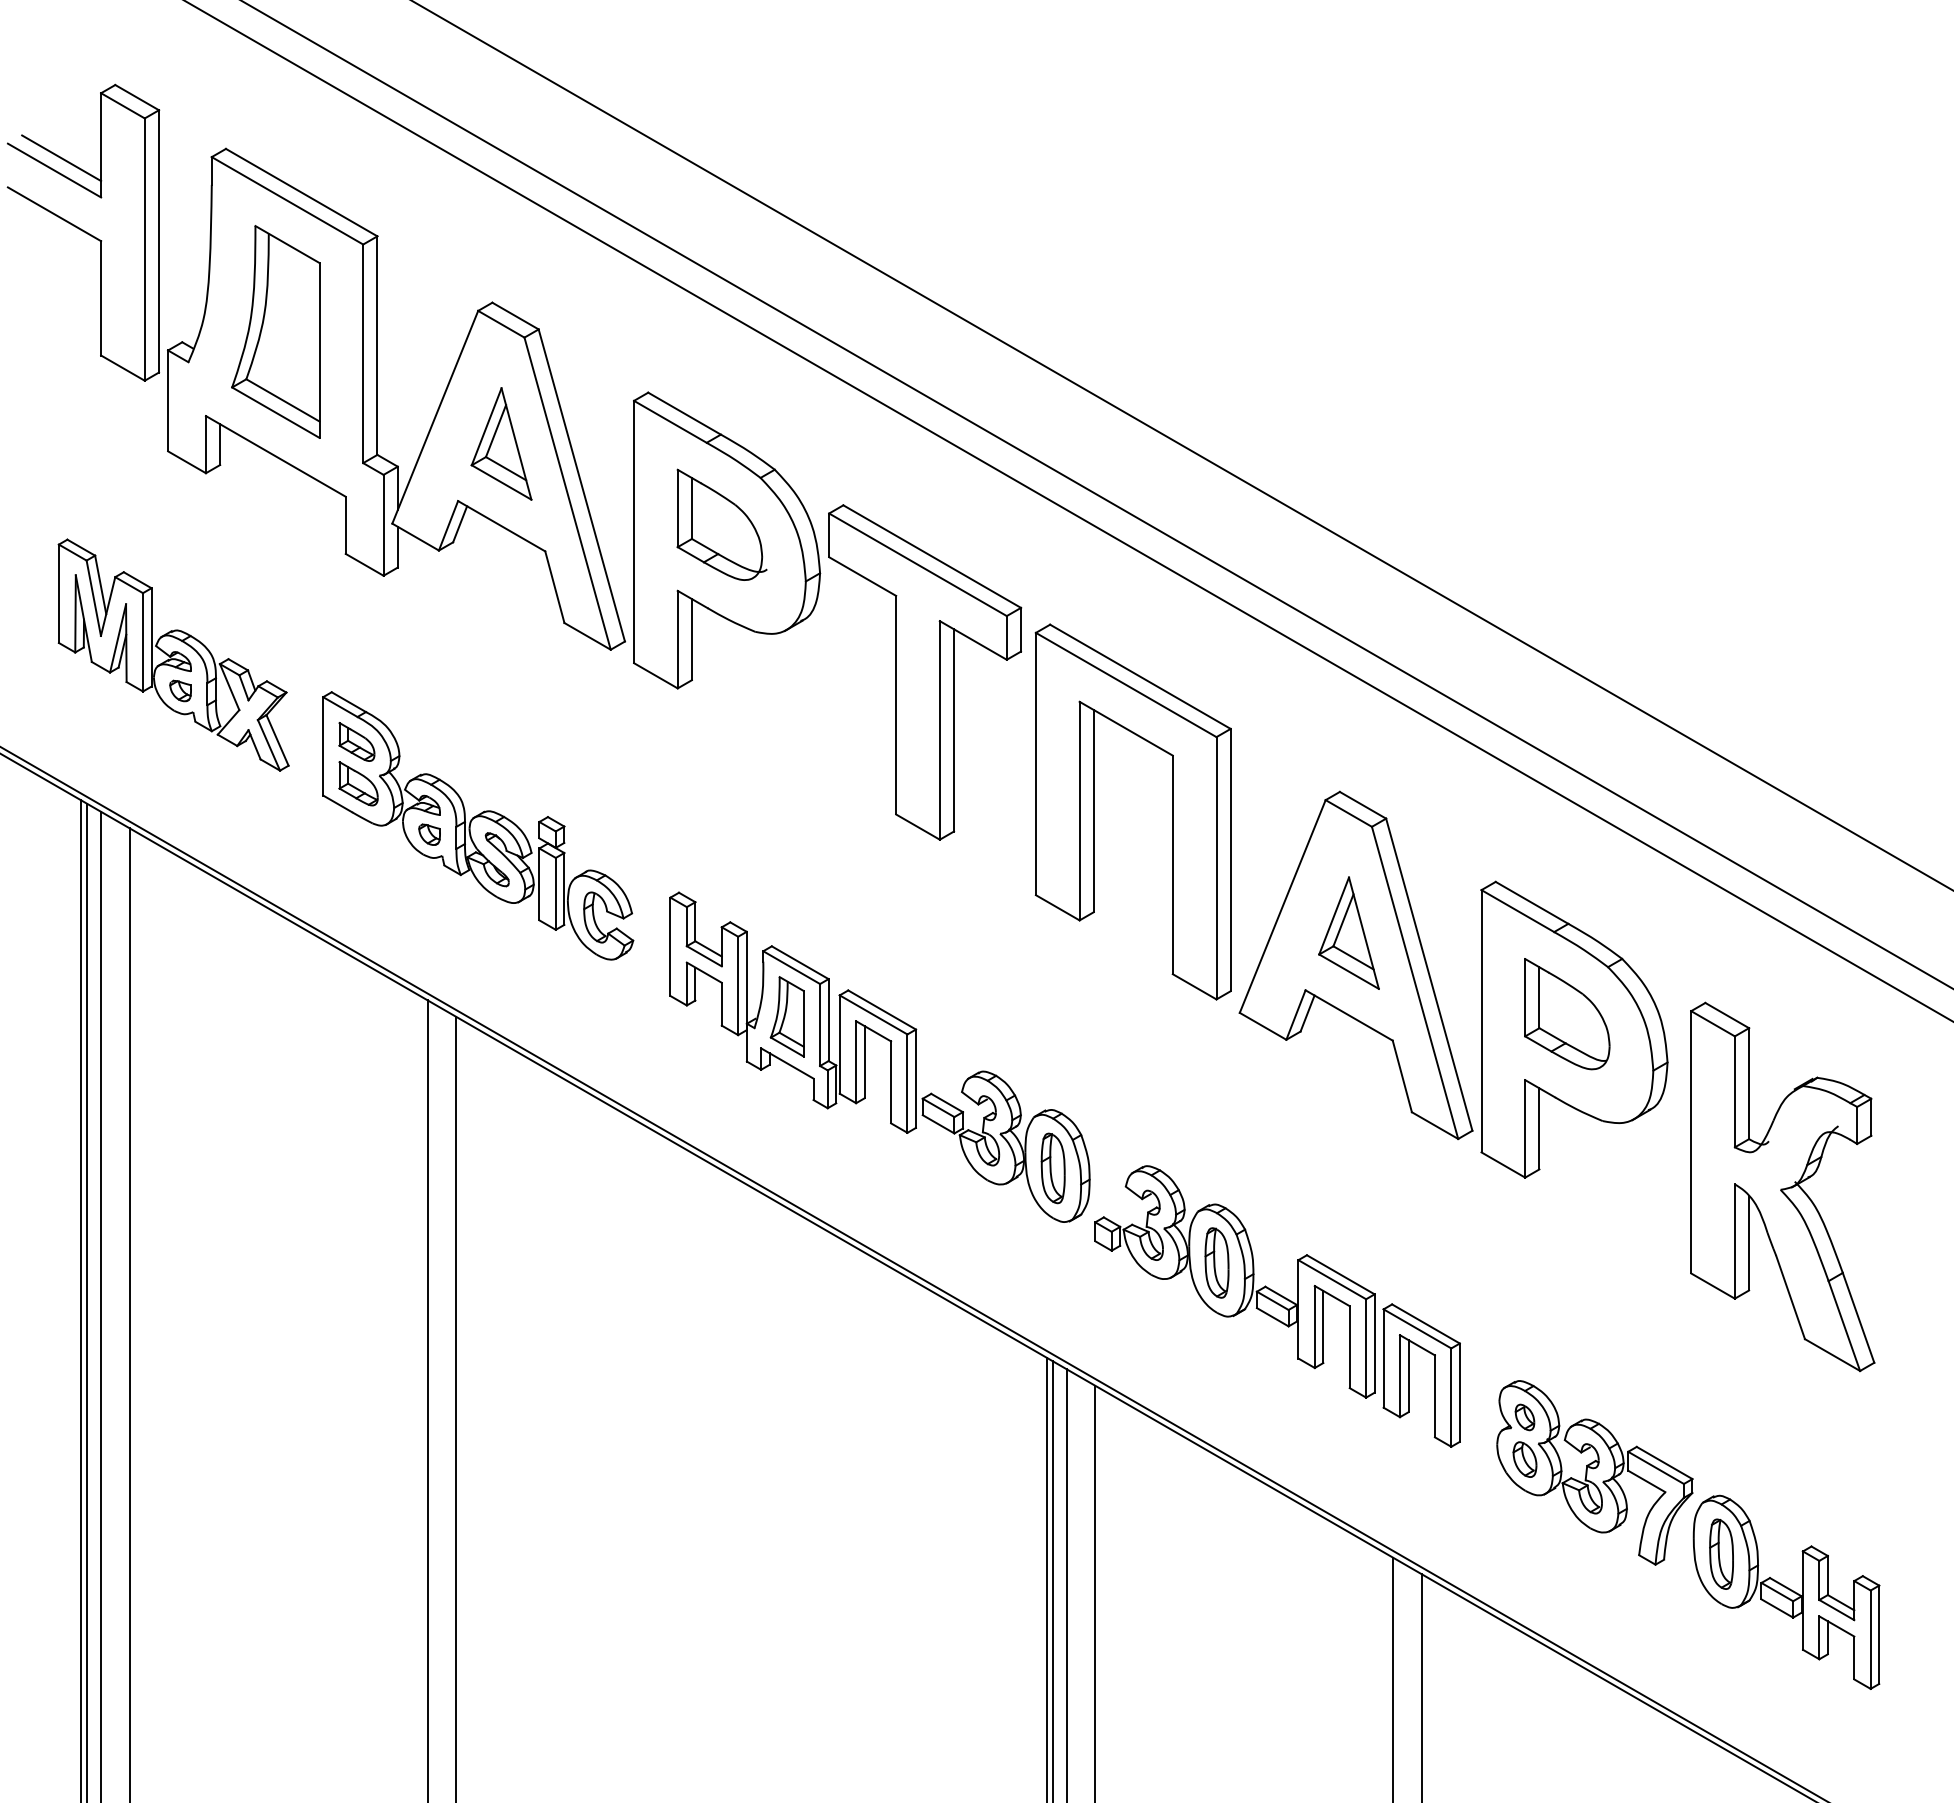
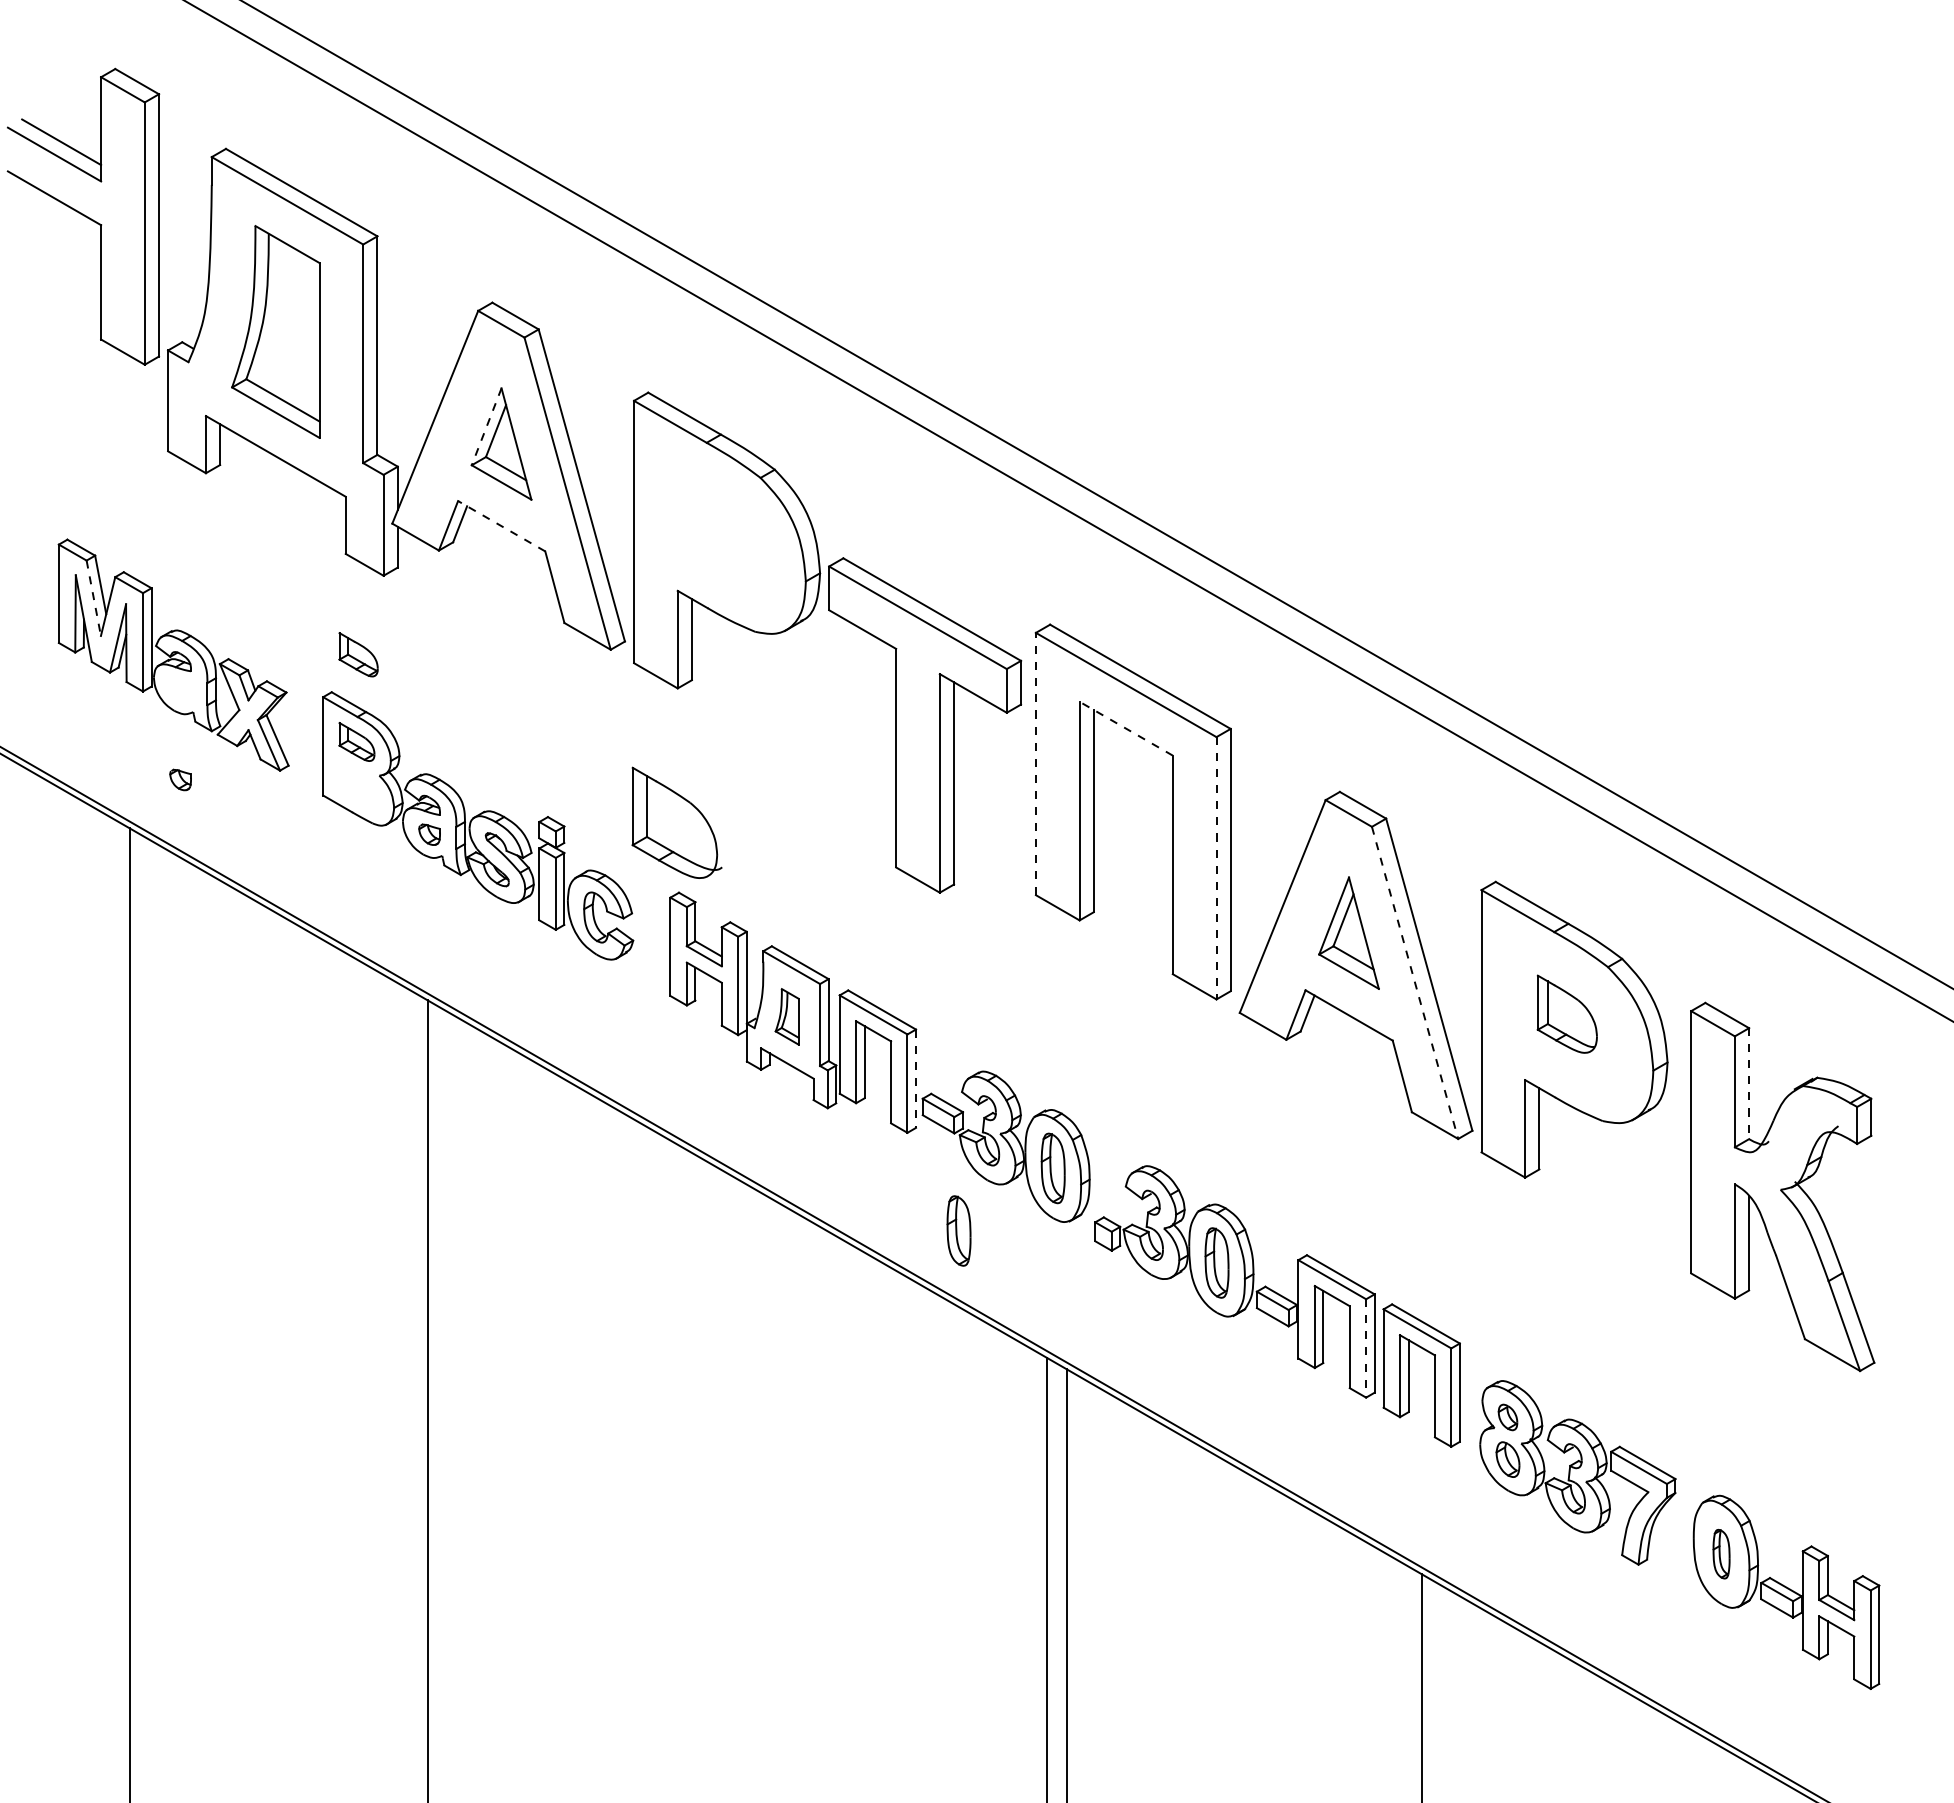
part at (83, 232) position: (83, 232) -> (83, 216)
line at (486, 427): solid -> dashed
line at (1182, 445): present -> none
part at (721, 524) position: (721, 524) -> (676, 822)
line at (501, 525): solid -> dashed
line at (93, 598): solid -> dashed
part at (925, 672) position: (925, 672) -> (925, 725)
part at (180, 690) position: (180, 690) -> (180, 779)
line at (1126, 728): solid -> dashed
line at (1035, 763): solid -> dashed
part at (358, 783) position: (358, 783) -> (358, 654)
line at (1216, 868): solid -> dashed
line at (1415, 982): solid -> dashed
part at (1567, 1014) size: 87x113 px -> 62x80 px
part at (786, 1016) size: 36x82 px -> 26x58 px
line at (915, 1079): solid -> dashed
line at (1749, 1084): solid -> dashed
part at (958, 1230): none -> present
line at (81, 1299): present -> none
line at (87, 1301): present -> none
line at (101, 1305): present -> none
line at (1366, 1348): solid -> dashed
line at (456, 1407): present -> none
part at (1594, 1472) position: (1594, 1472) -> (1577, 1472)
part at (1721, 1553) size: 25x72 px -> 19x51 px
line at (1052, 1580): present -> none
line at (1095, 1592): present -> none
line at (1393, 1678): present -> none
